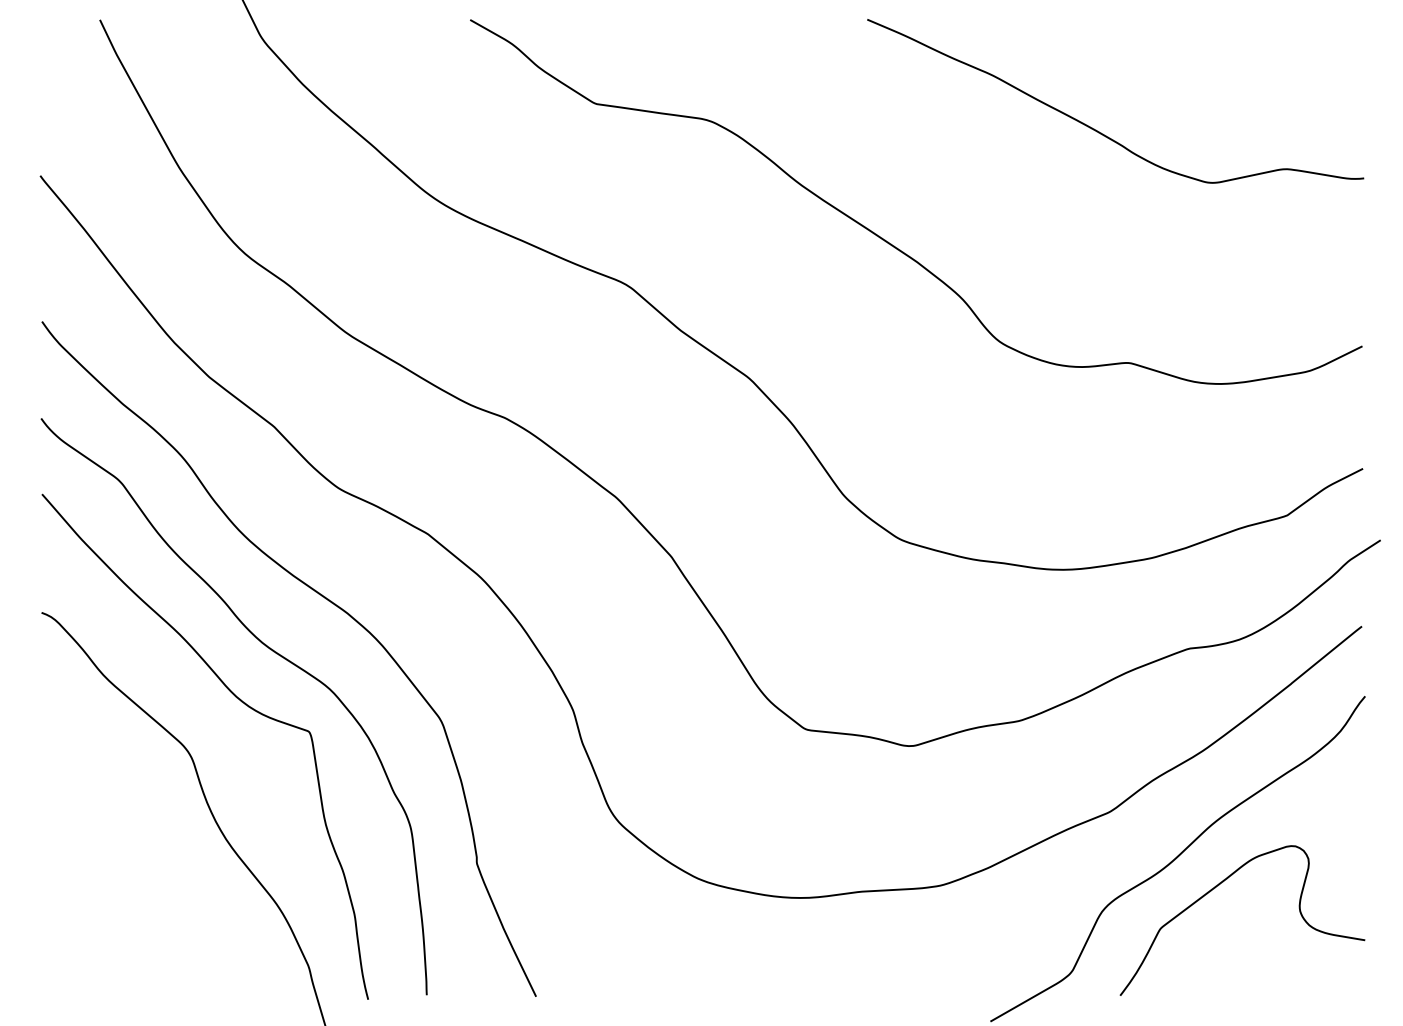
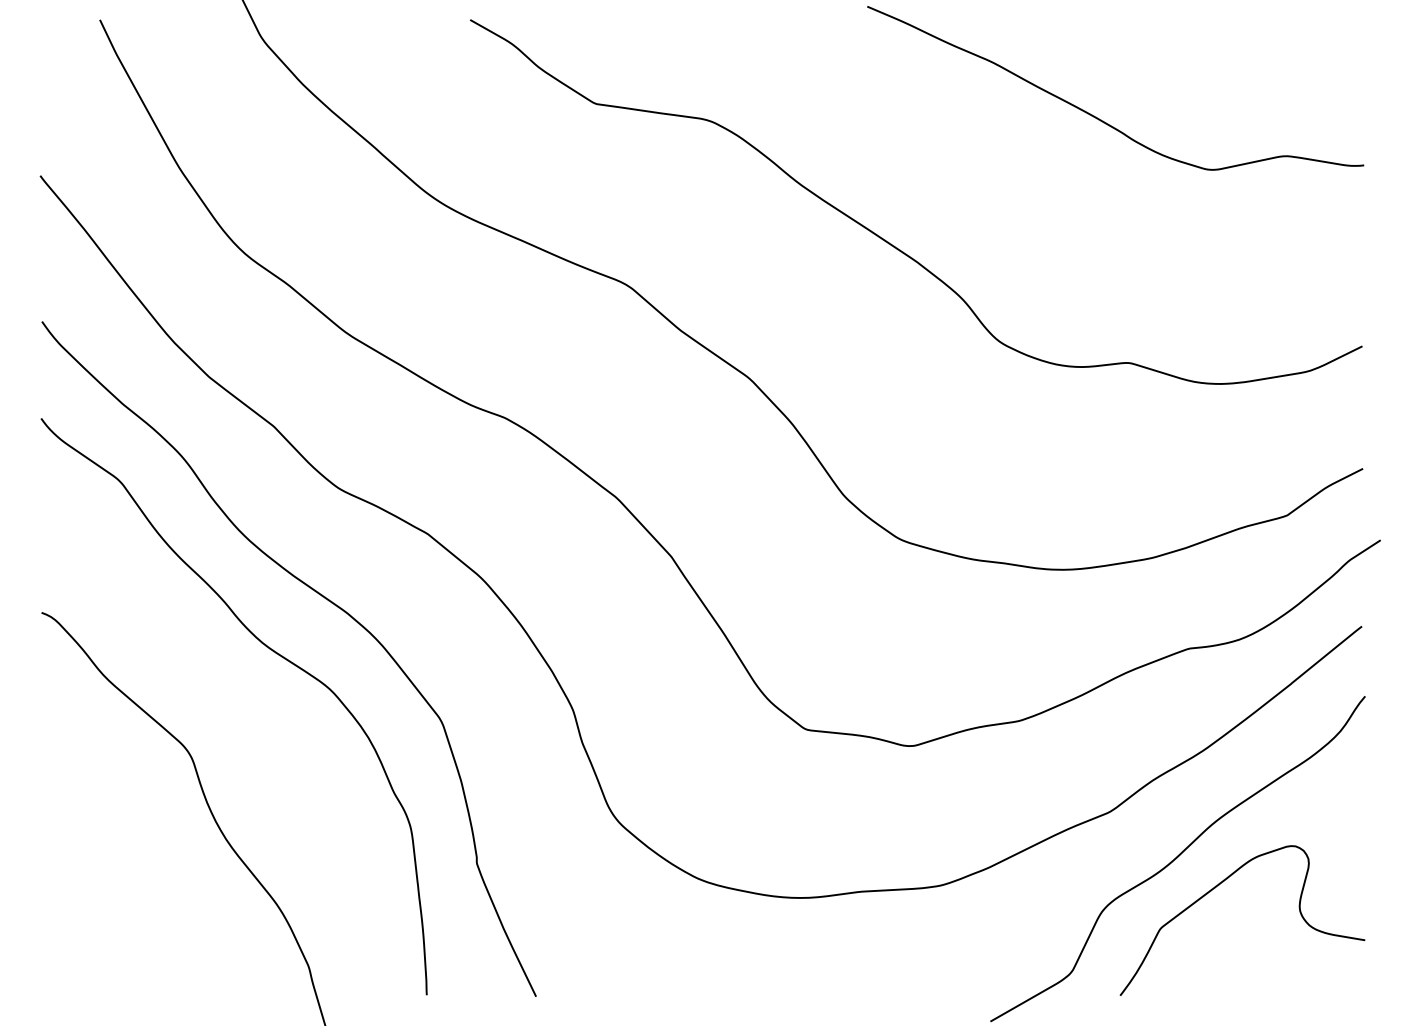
curve at (1096, 129) position: (1096, 129) -> (1096, 116)
curve at (241, 702): present -> none
